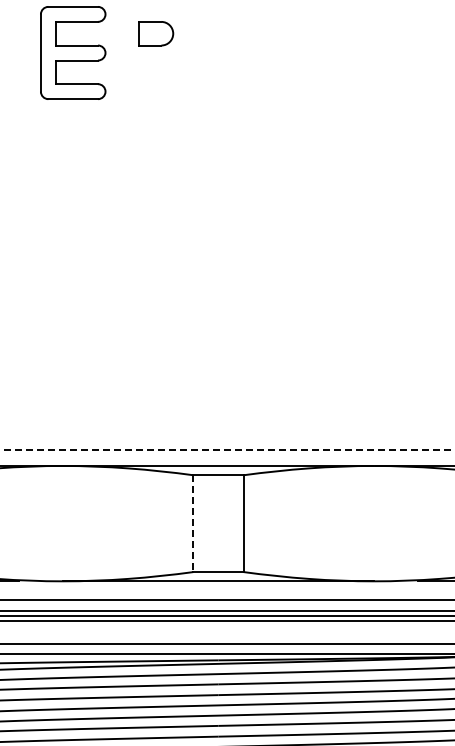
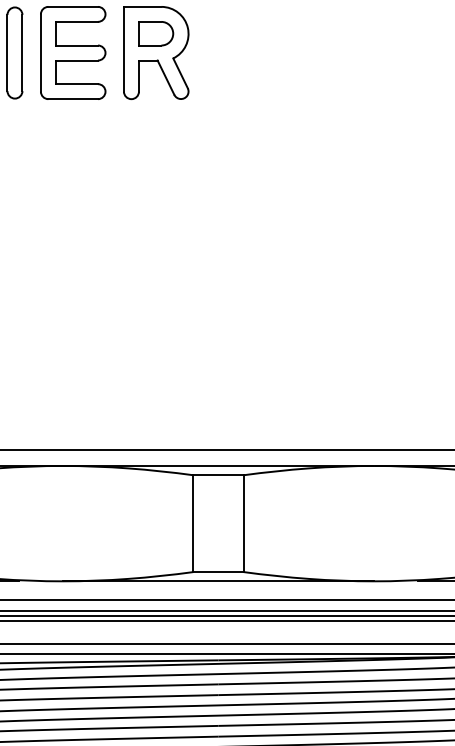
part at (14, 52): none -> present
part at (156, 52): none -> present
line at (226, 449): dashed -> solid
line at (193, 524): dashed -> solid
